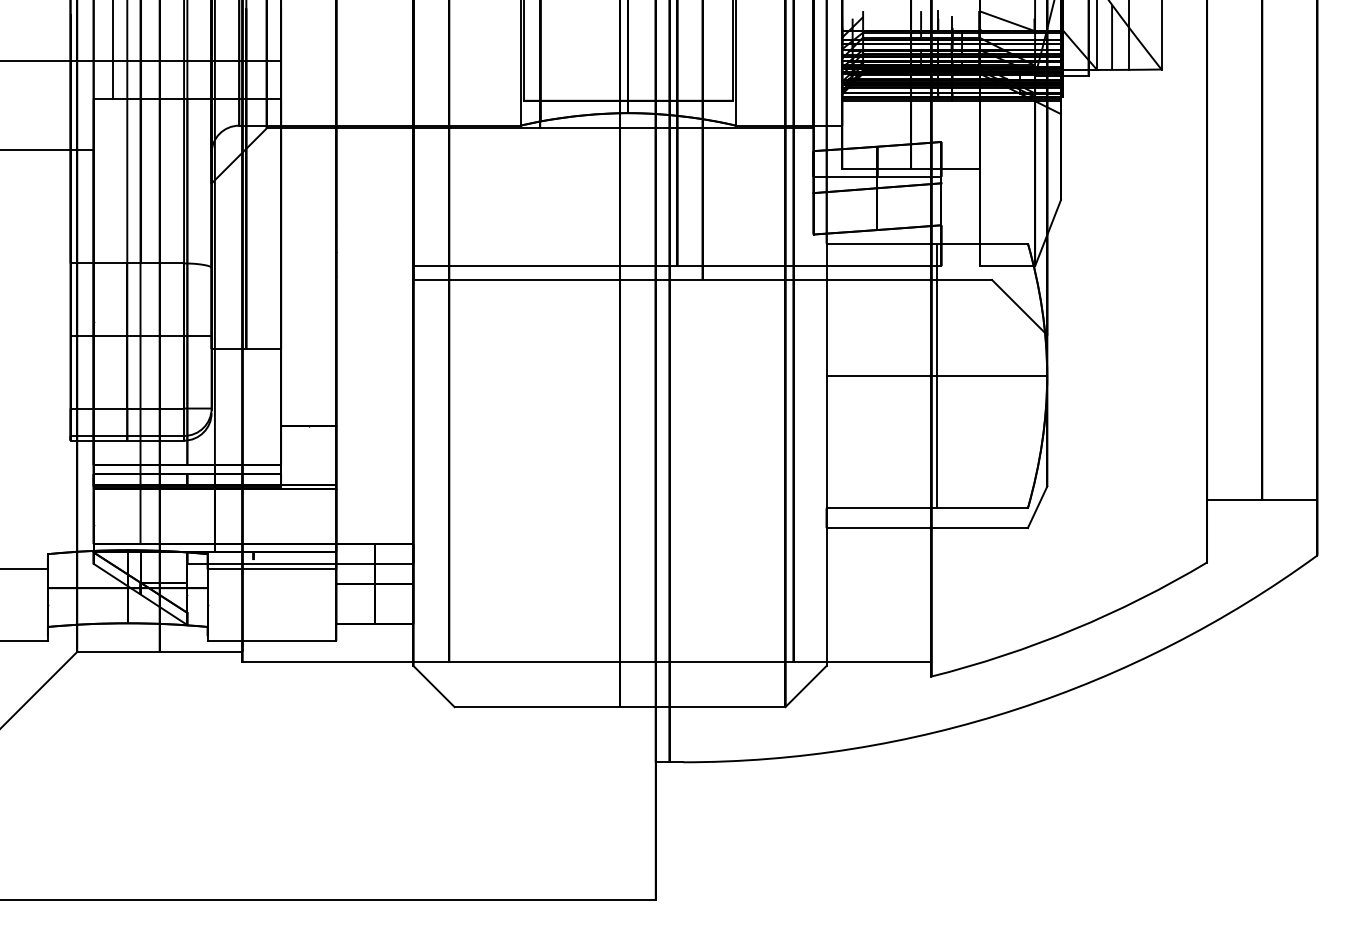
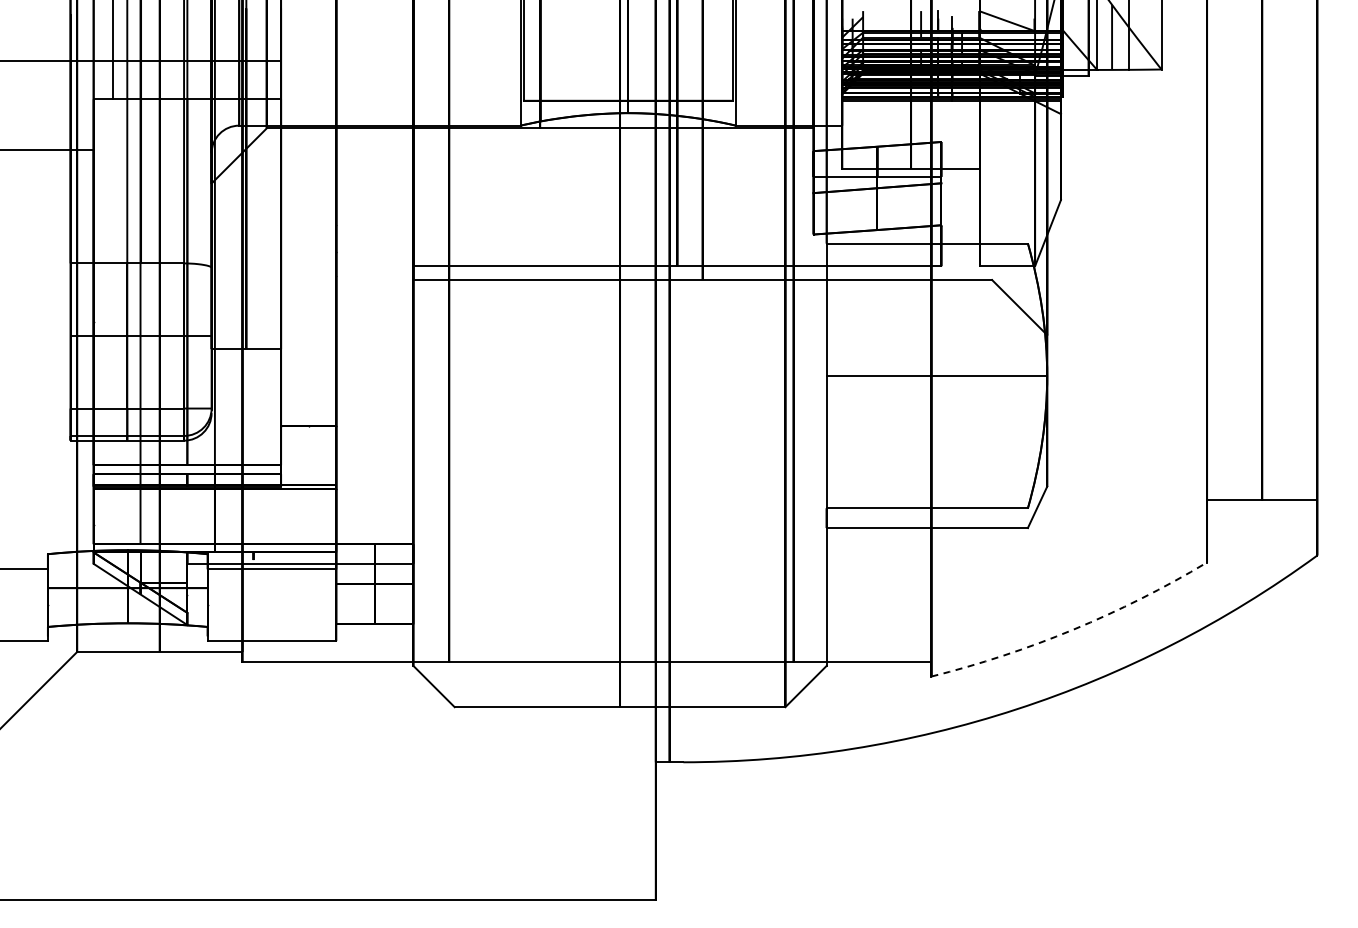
line at (936, 375): present -> none
arc at (1073, 629): solid -> dashed
